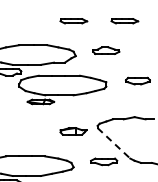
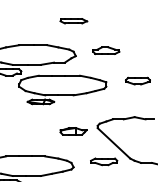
part at (124, 21): present -> none
line at (114, 143): dashed -> solid
